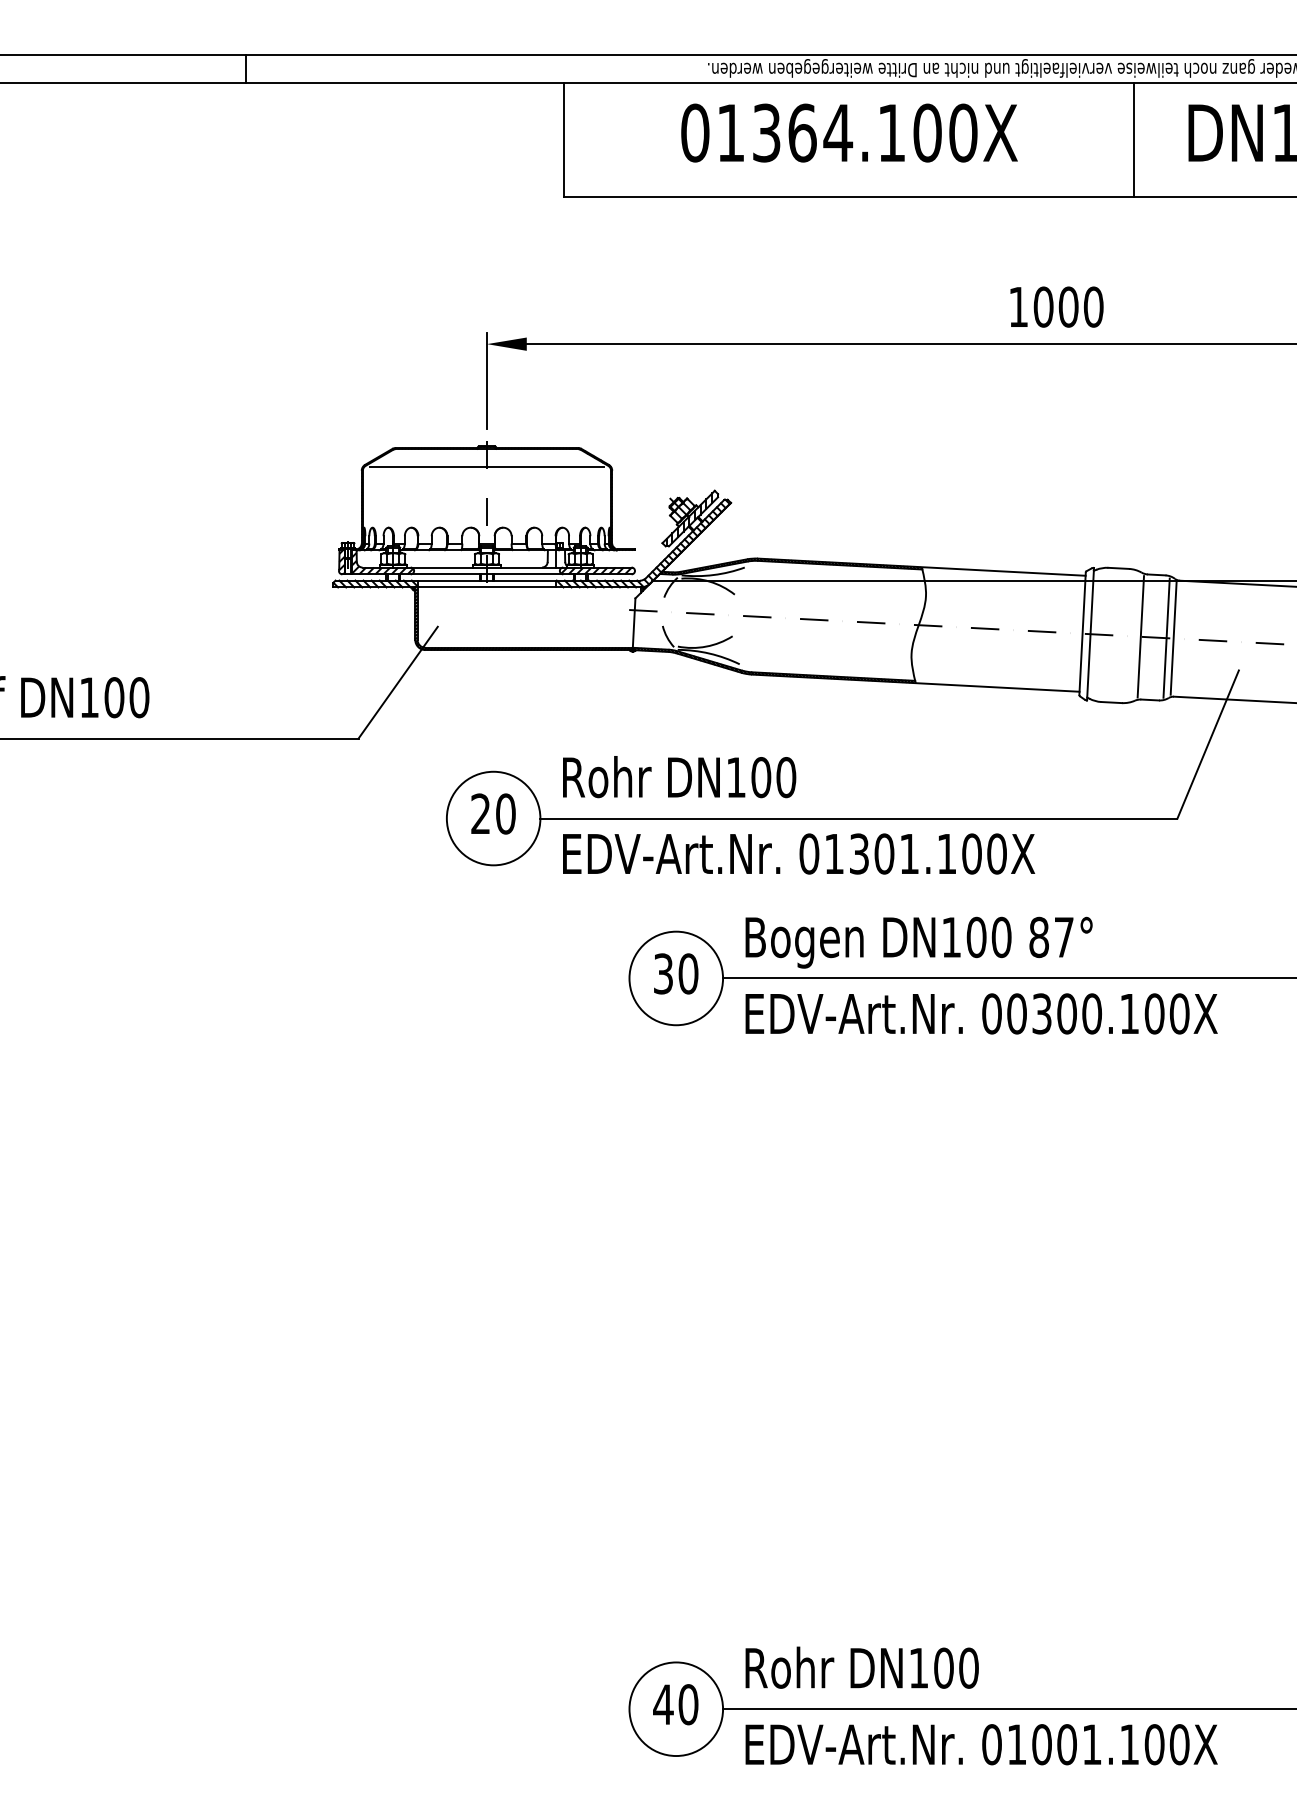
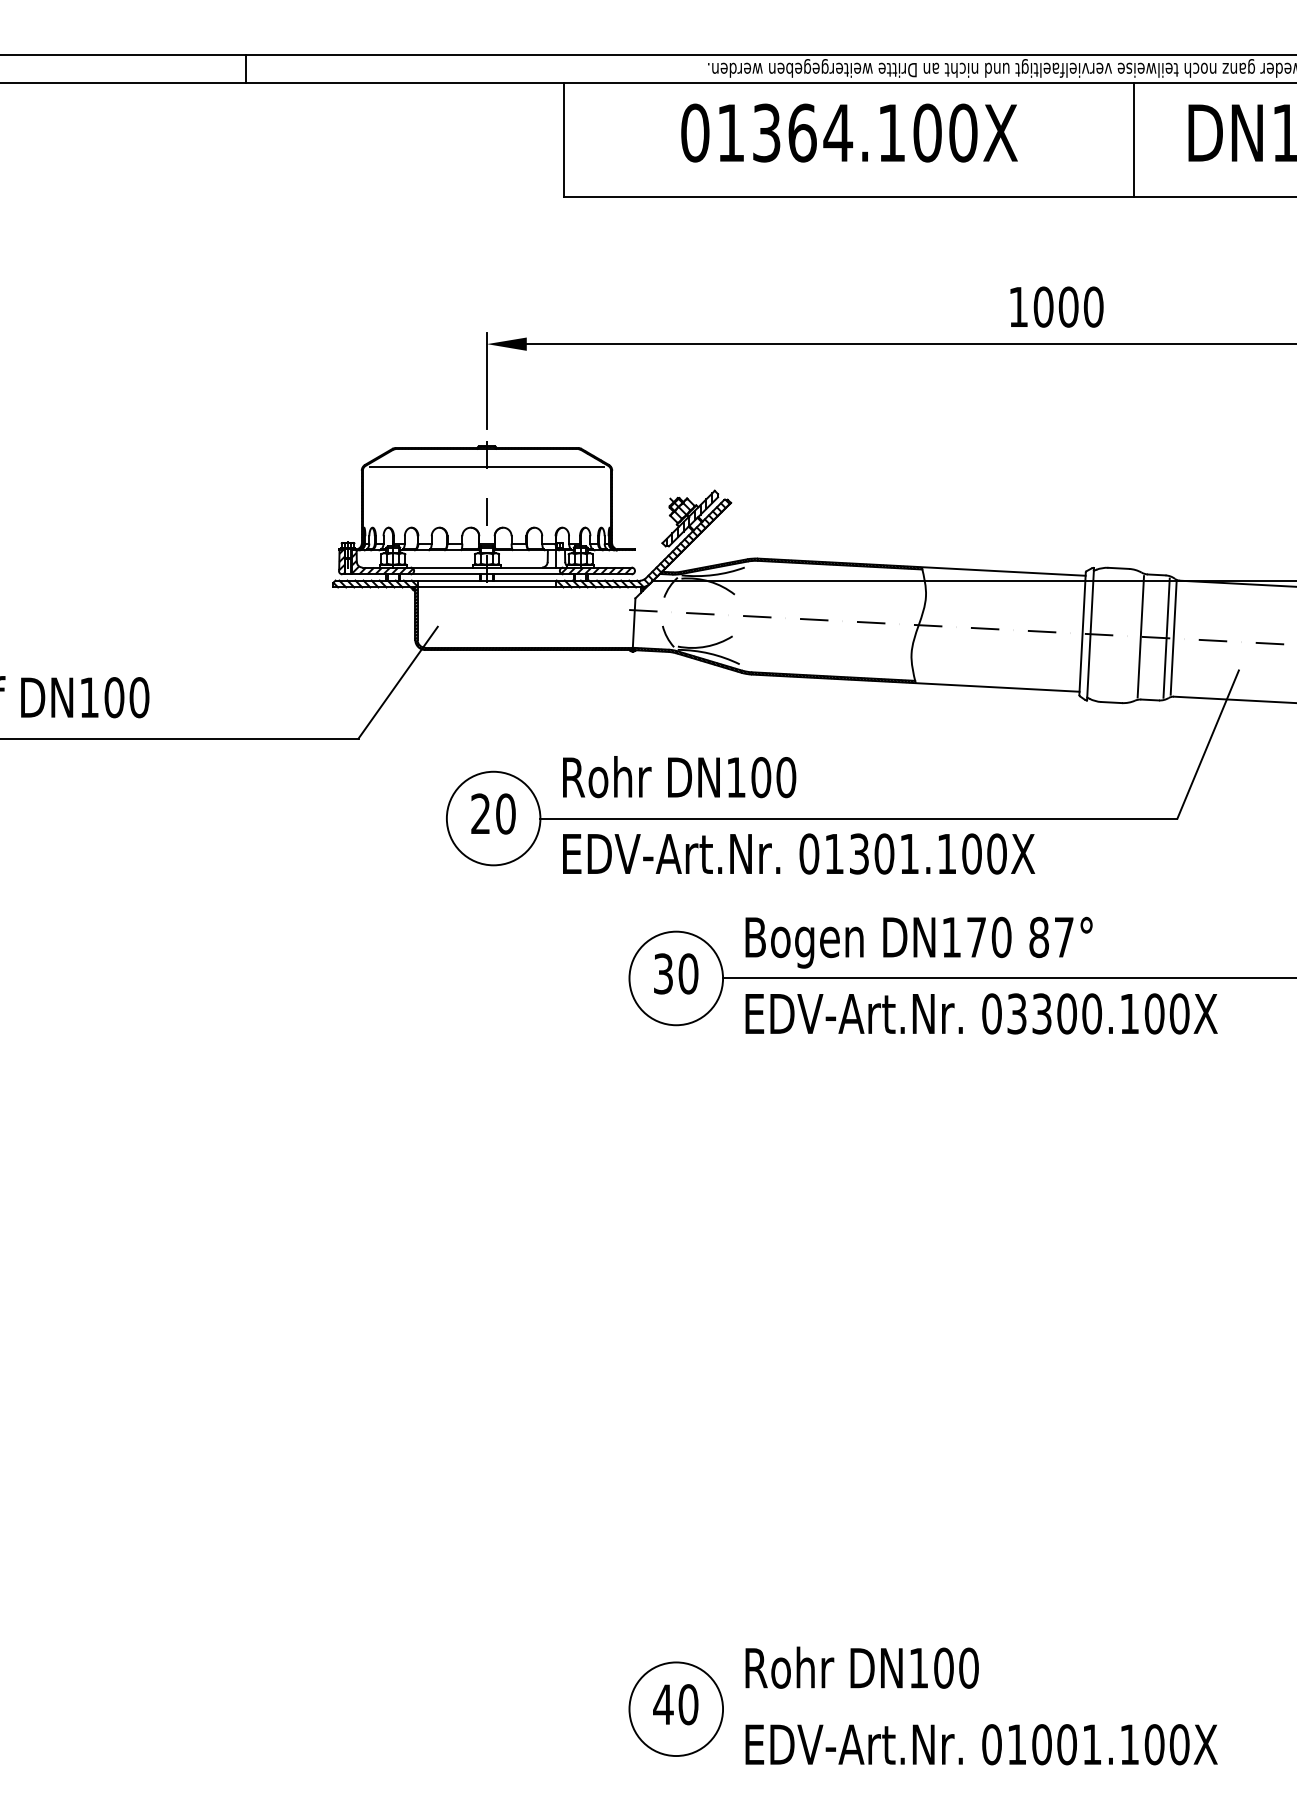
text at (976, 937): DN100 -> DN170
text at (1016, 1013): 00300.100X -> 03300.100X
line at (1008, 1709): present -> none
